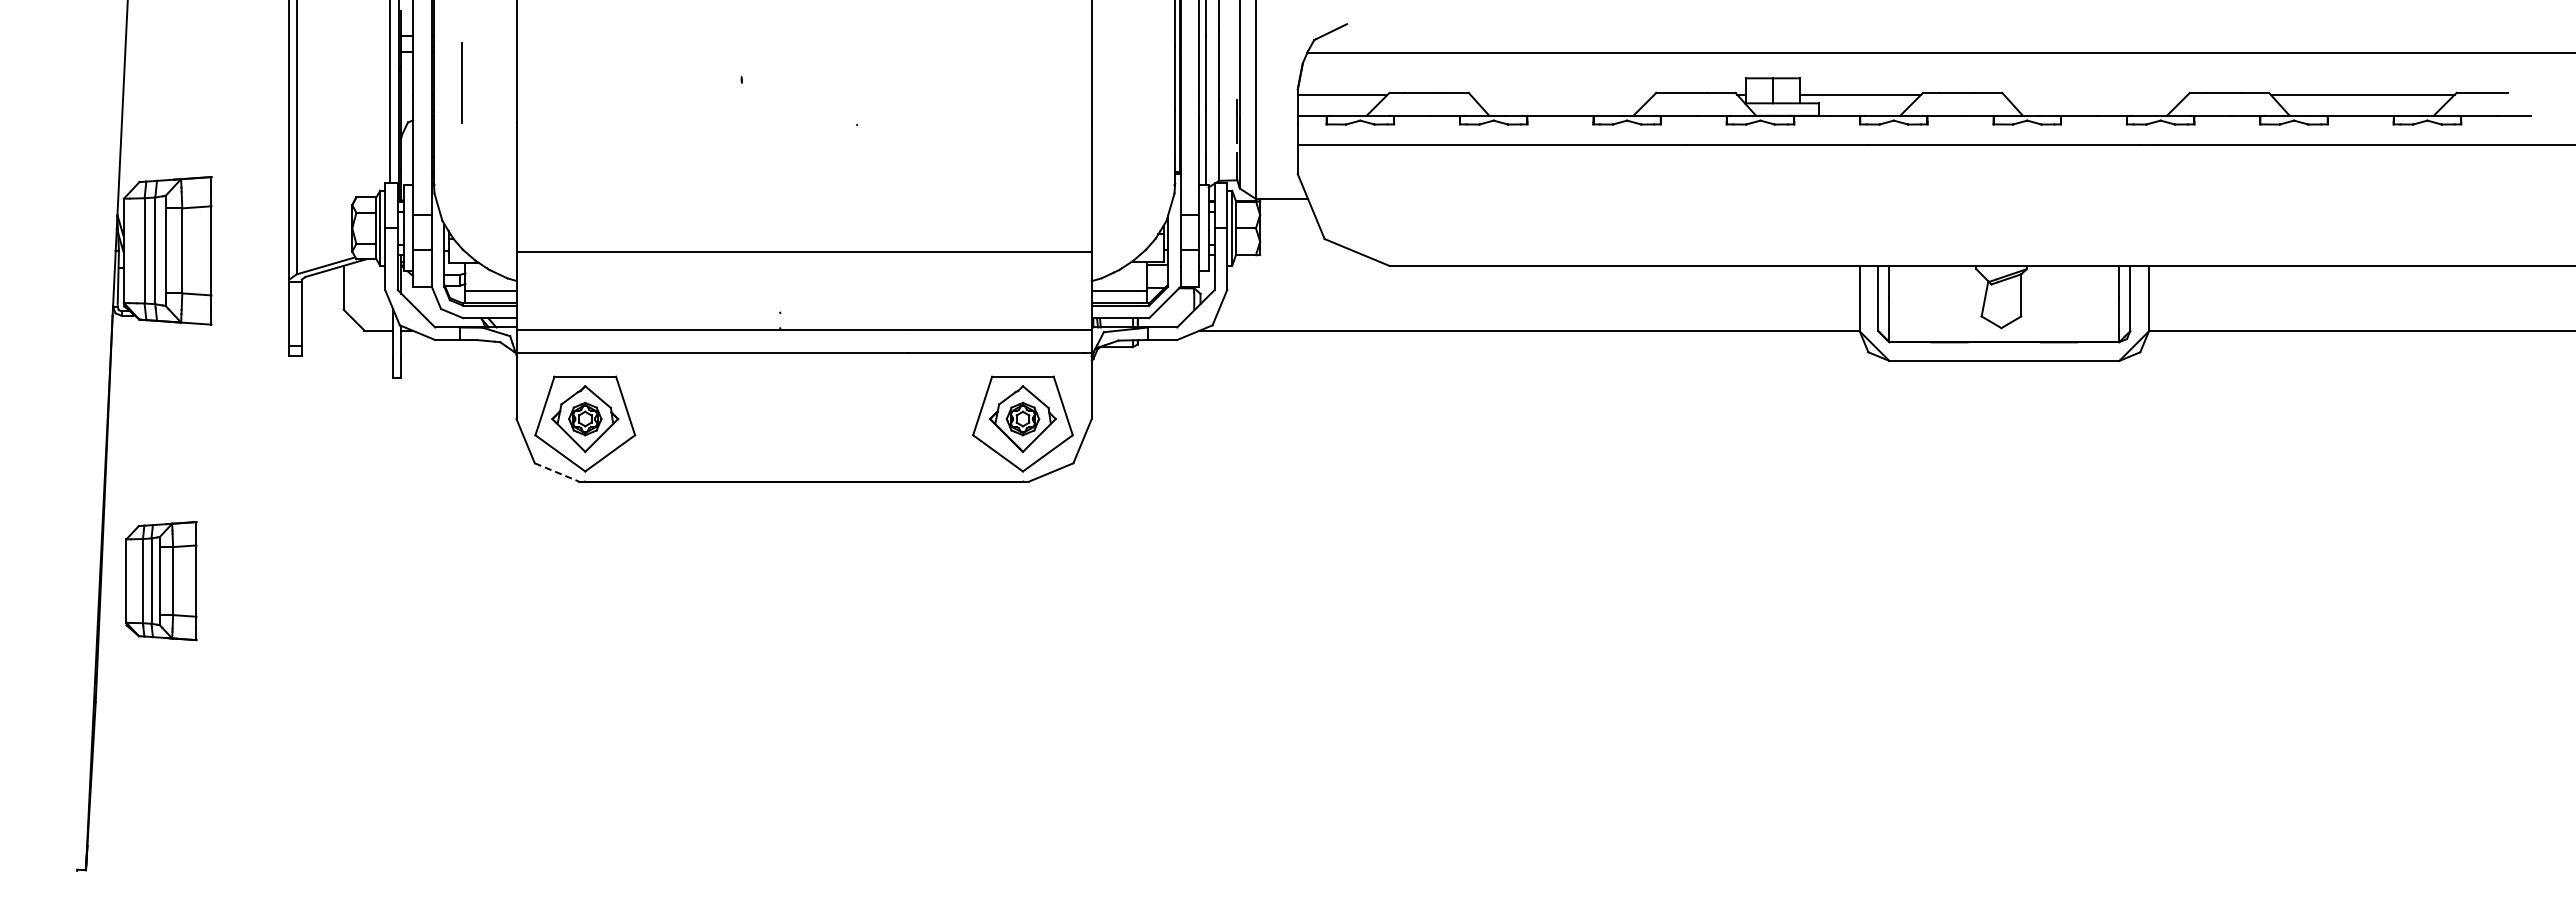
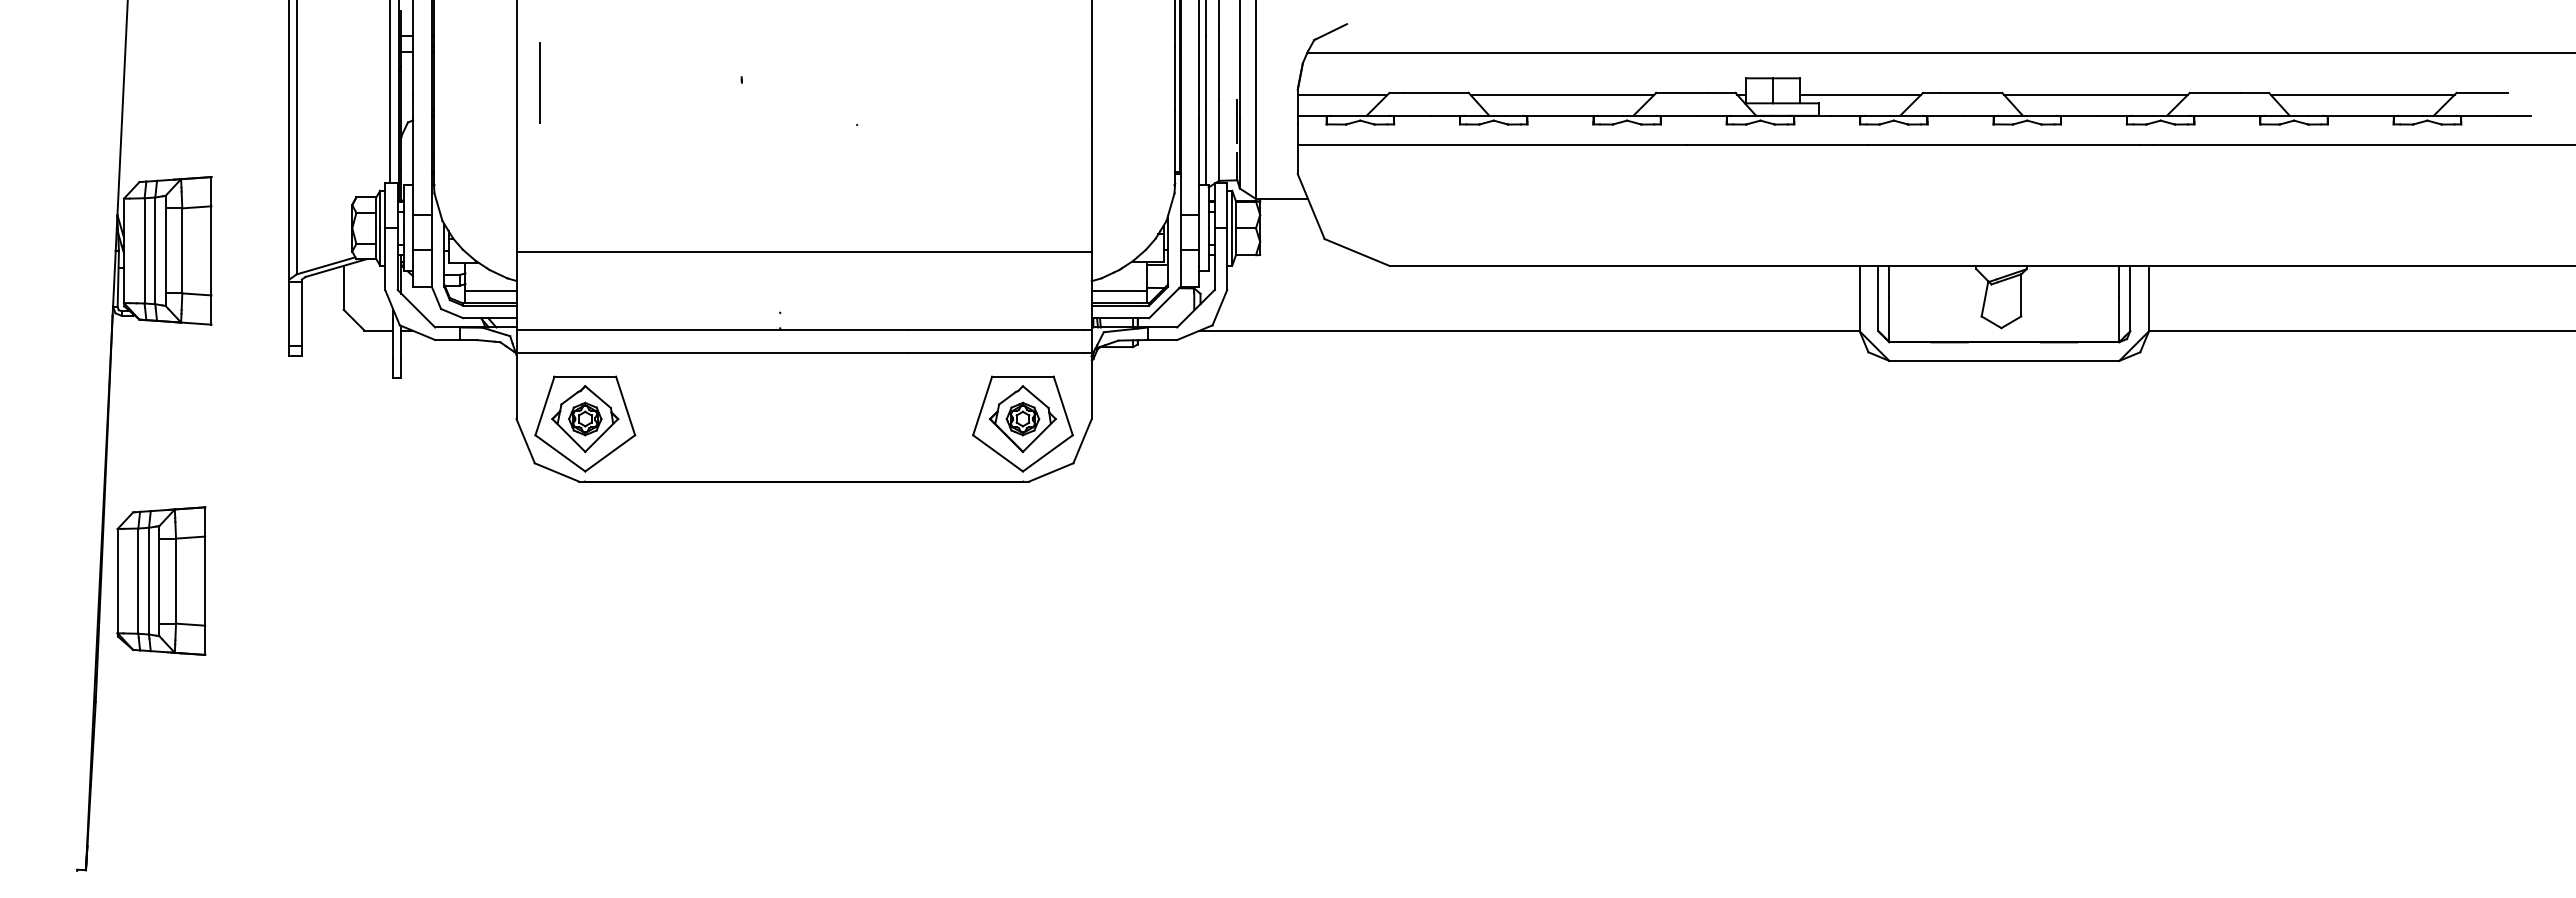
line at (461, 82) position: (461, 82) -> (539, 82)
line at (1562, 95): none -> present
line at (2095, 95): none -> present
line at (556, 472): dashed -> solid
part at (161, 581) size: 73x121 px -> 91x150 px
